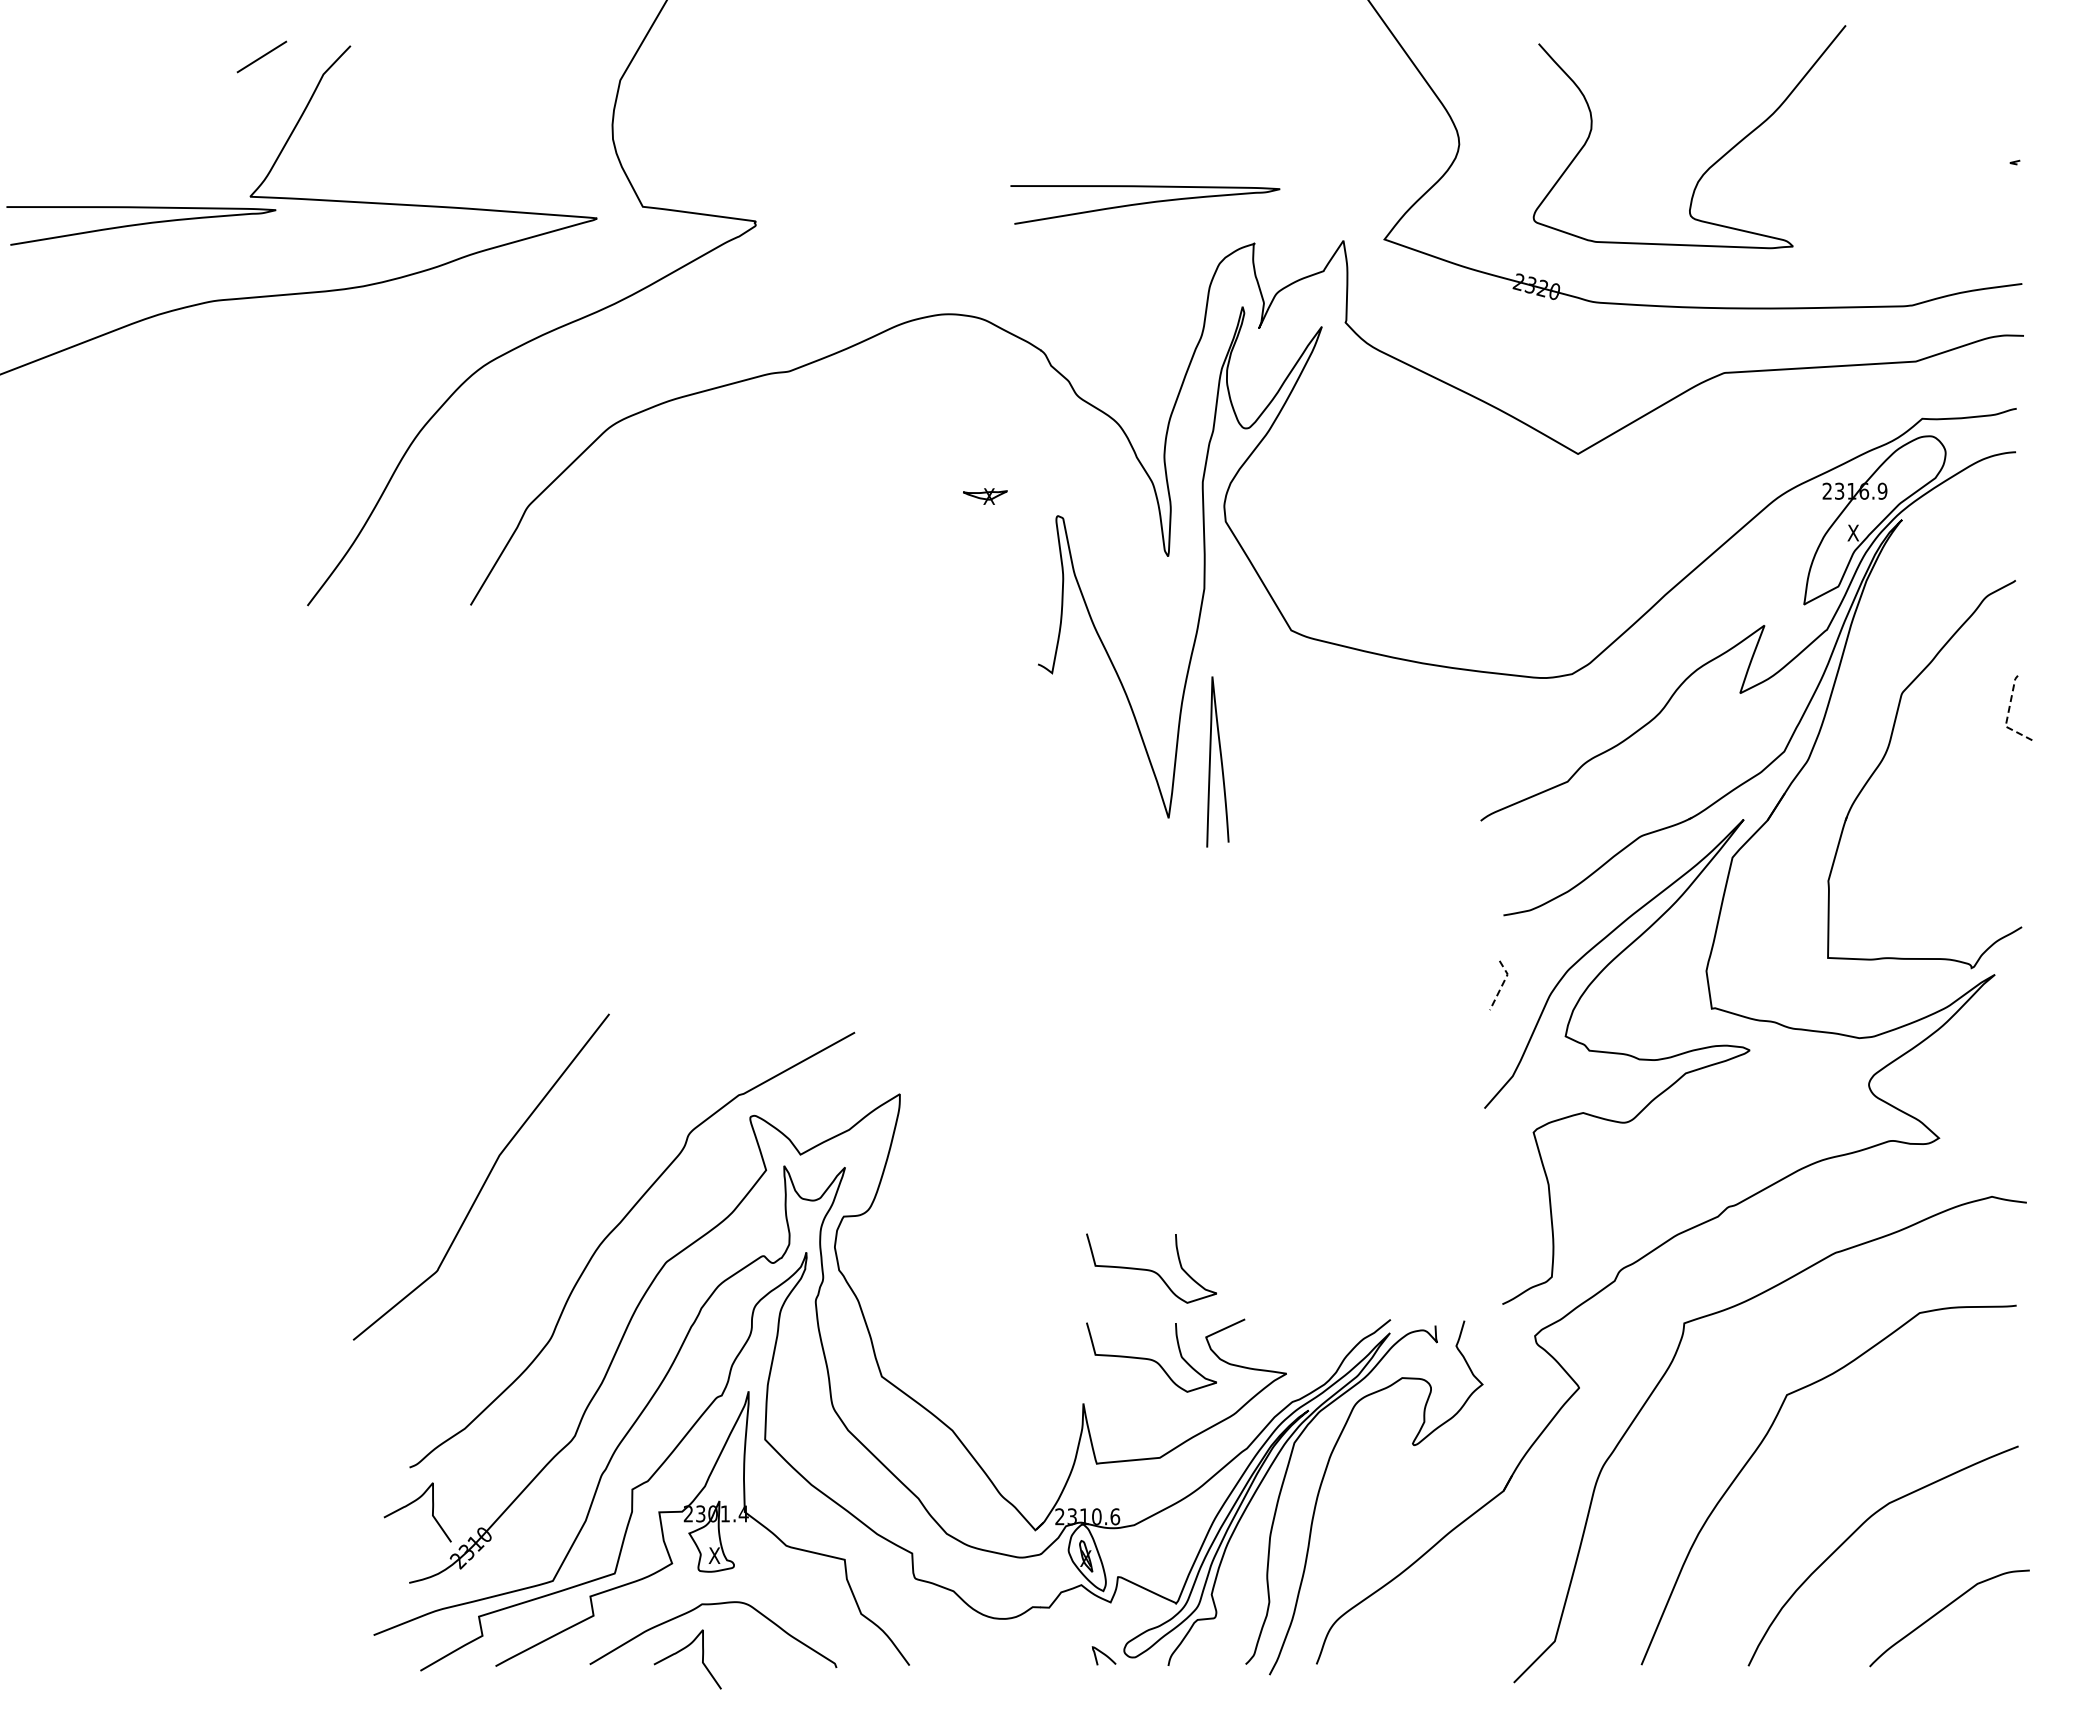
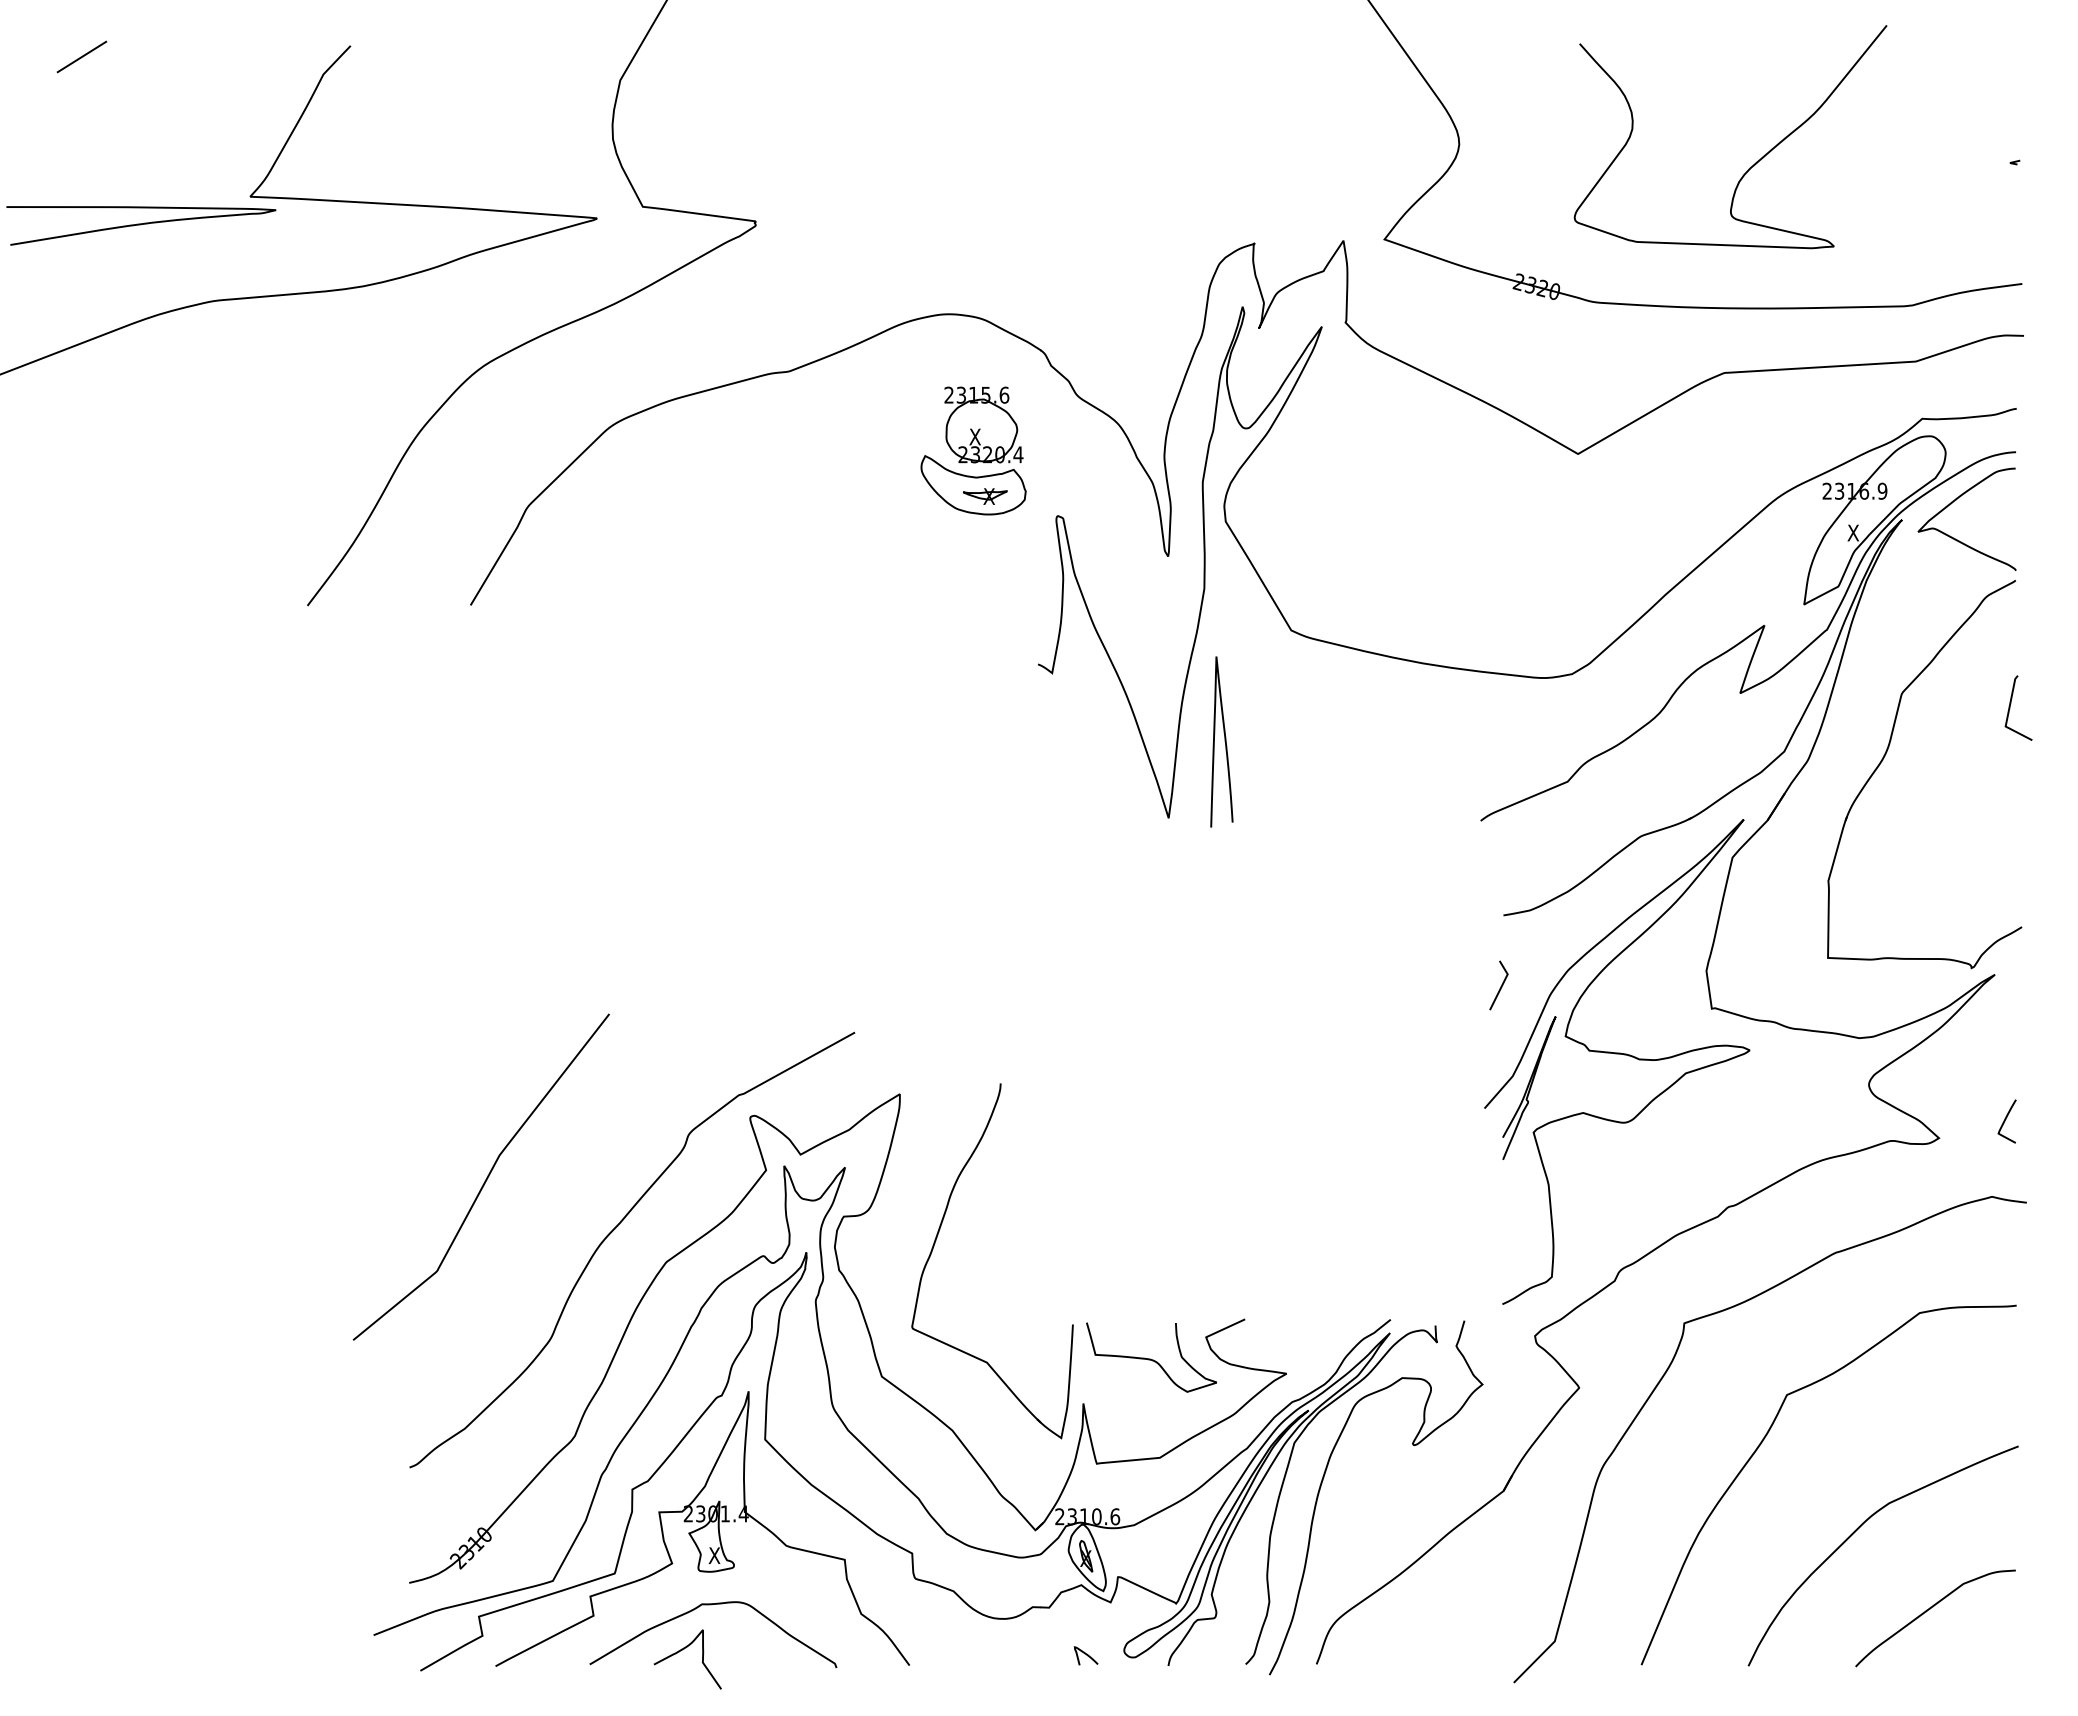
line at (261, 56) position: (261, 56) -> (81, 56)
curve at (1709, 166) position: (1709, 166) -> (1750, 166)
curve at (1145, 204): present -> none
part at (973, 450): none -> present
curve at (1952, 503): none -> present
line at (2008, 714): dashed -> solid
curve at (1220, 761) position: (1220, 761) -> (1224, 741)
line at (1502, 985): dashed -> solid
curve at (1529, 1087): none -> present
curve at (2005, 1121): none -> present
part at (937, 1238): none -> present
curve at (1150, 1269): present -> none
curve at (411, 1504): present -> none
curve at (1944, 1609) position: (1944, 1609) -> (1930, 1609)
curve at (1103, 1654) position: (1103, 1654) -> (1085, 1654)
